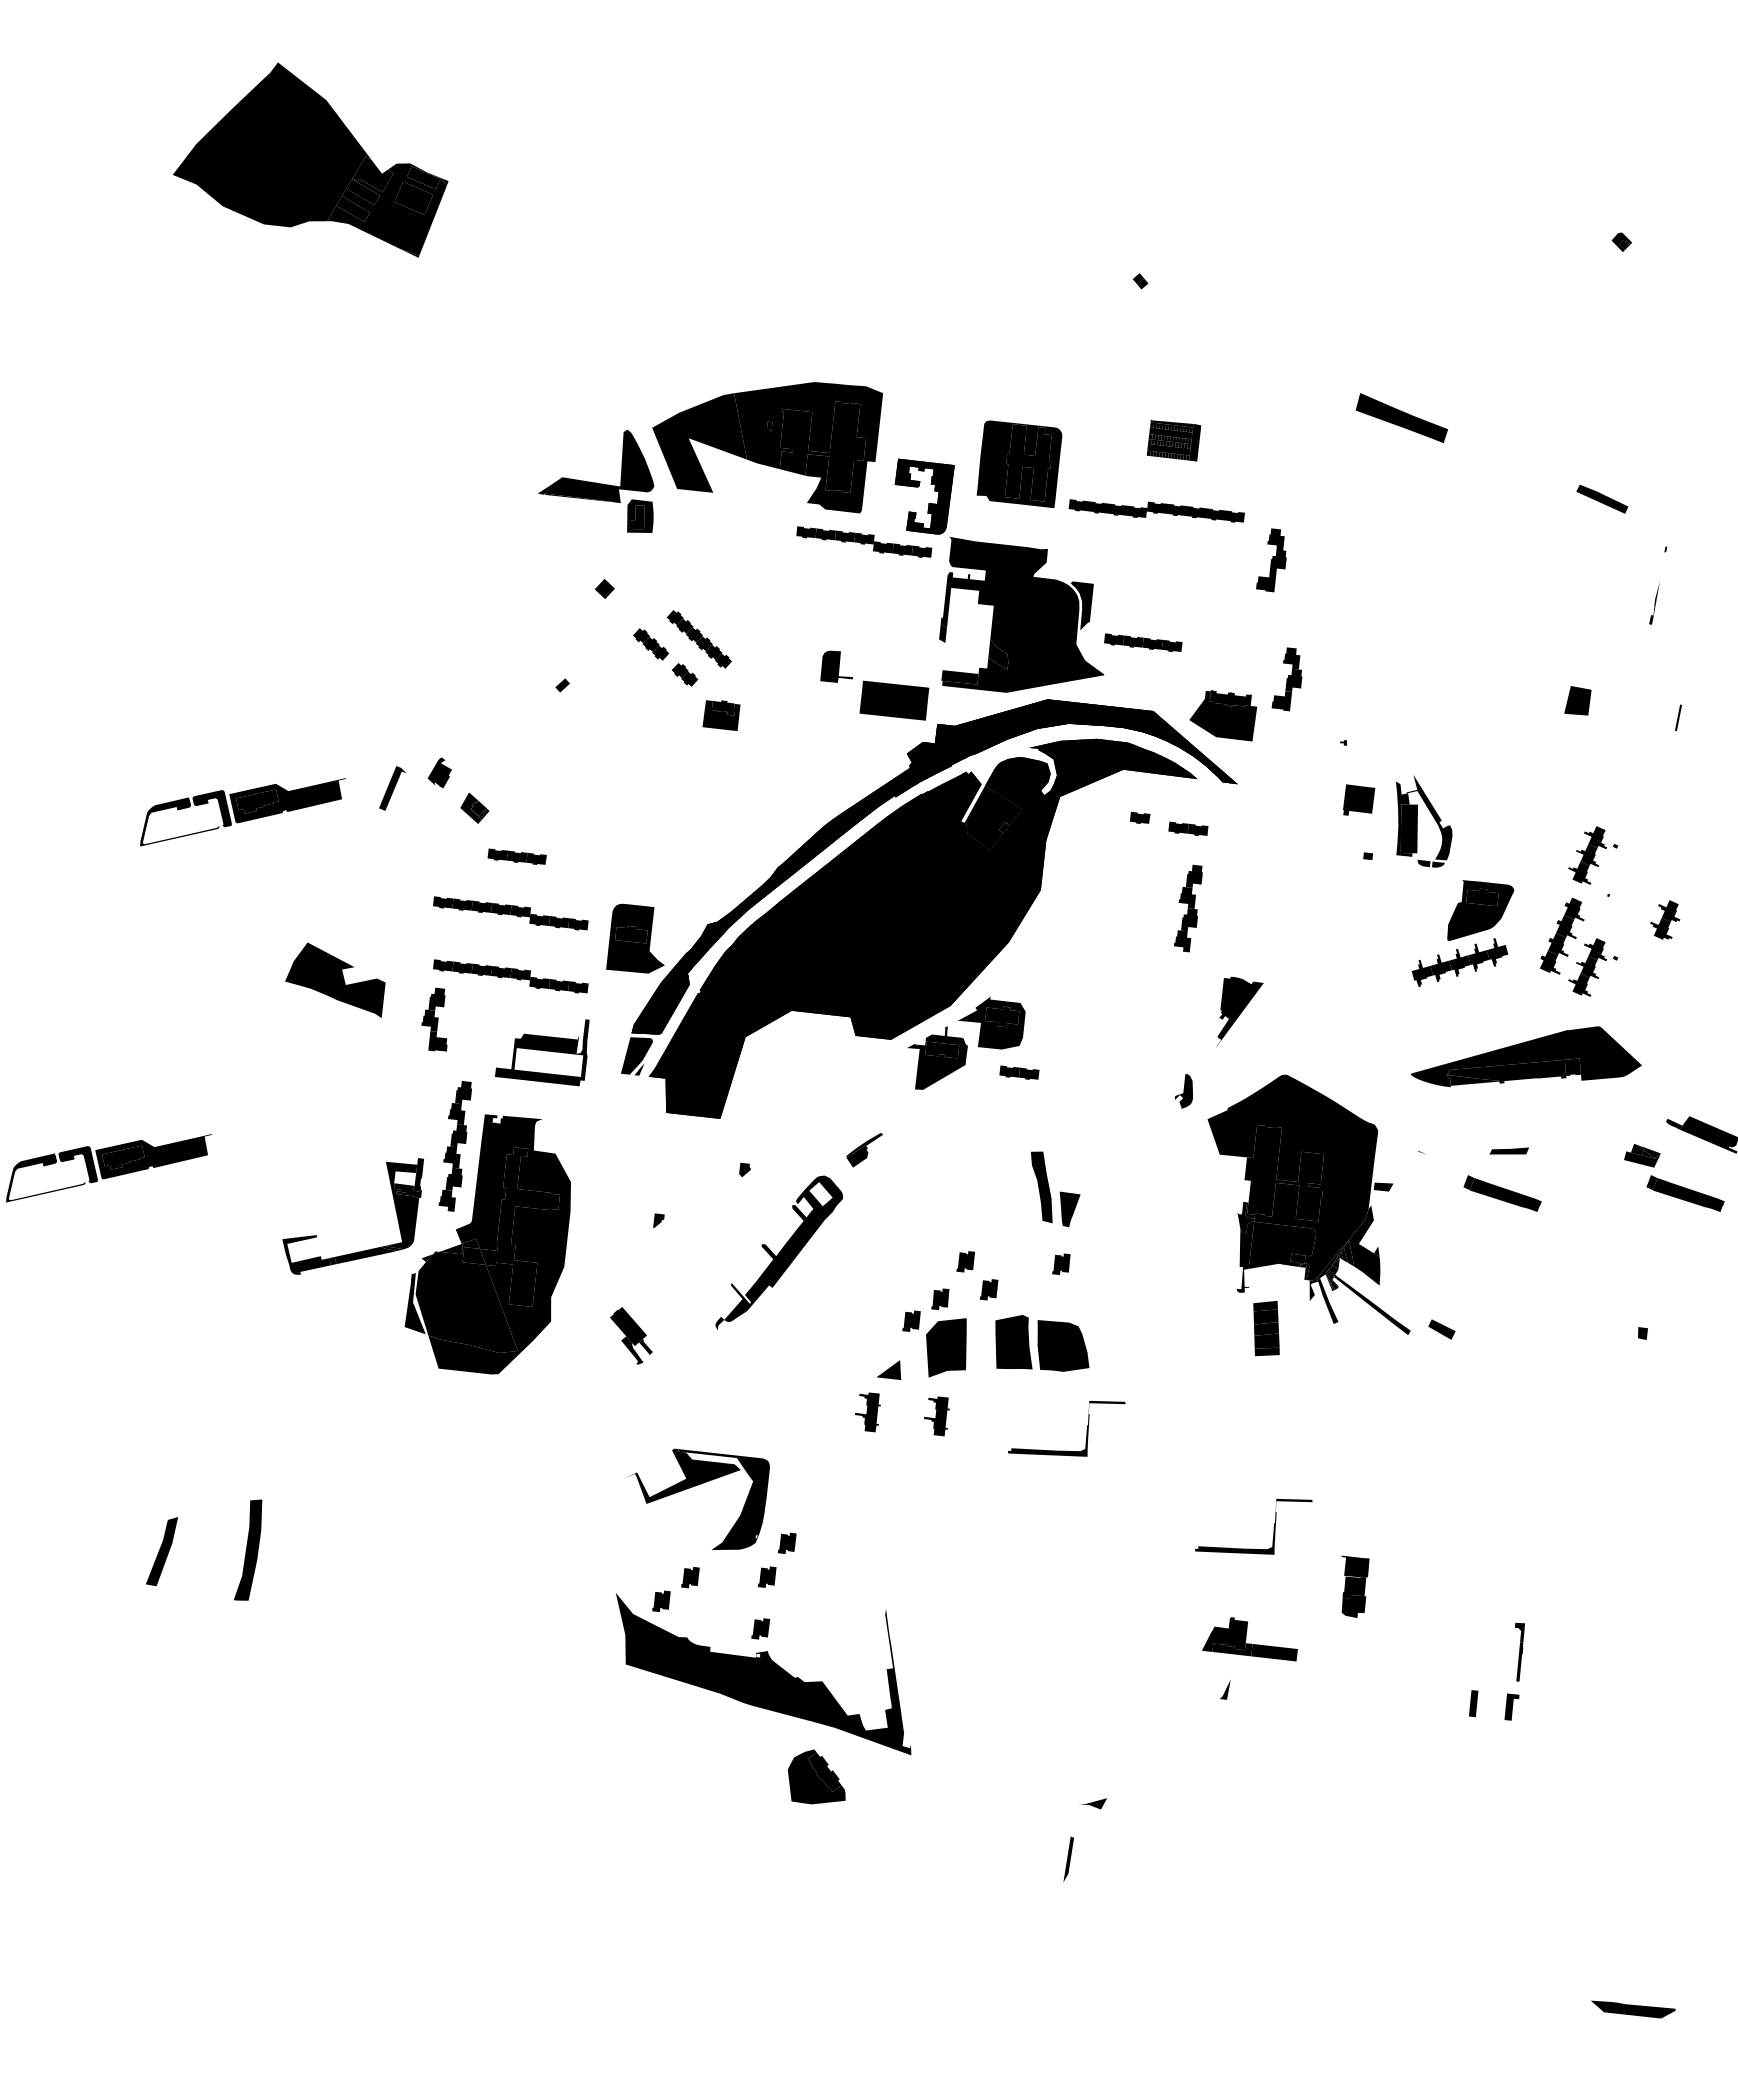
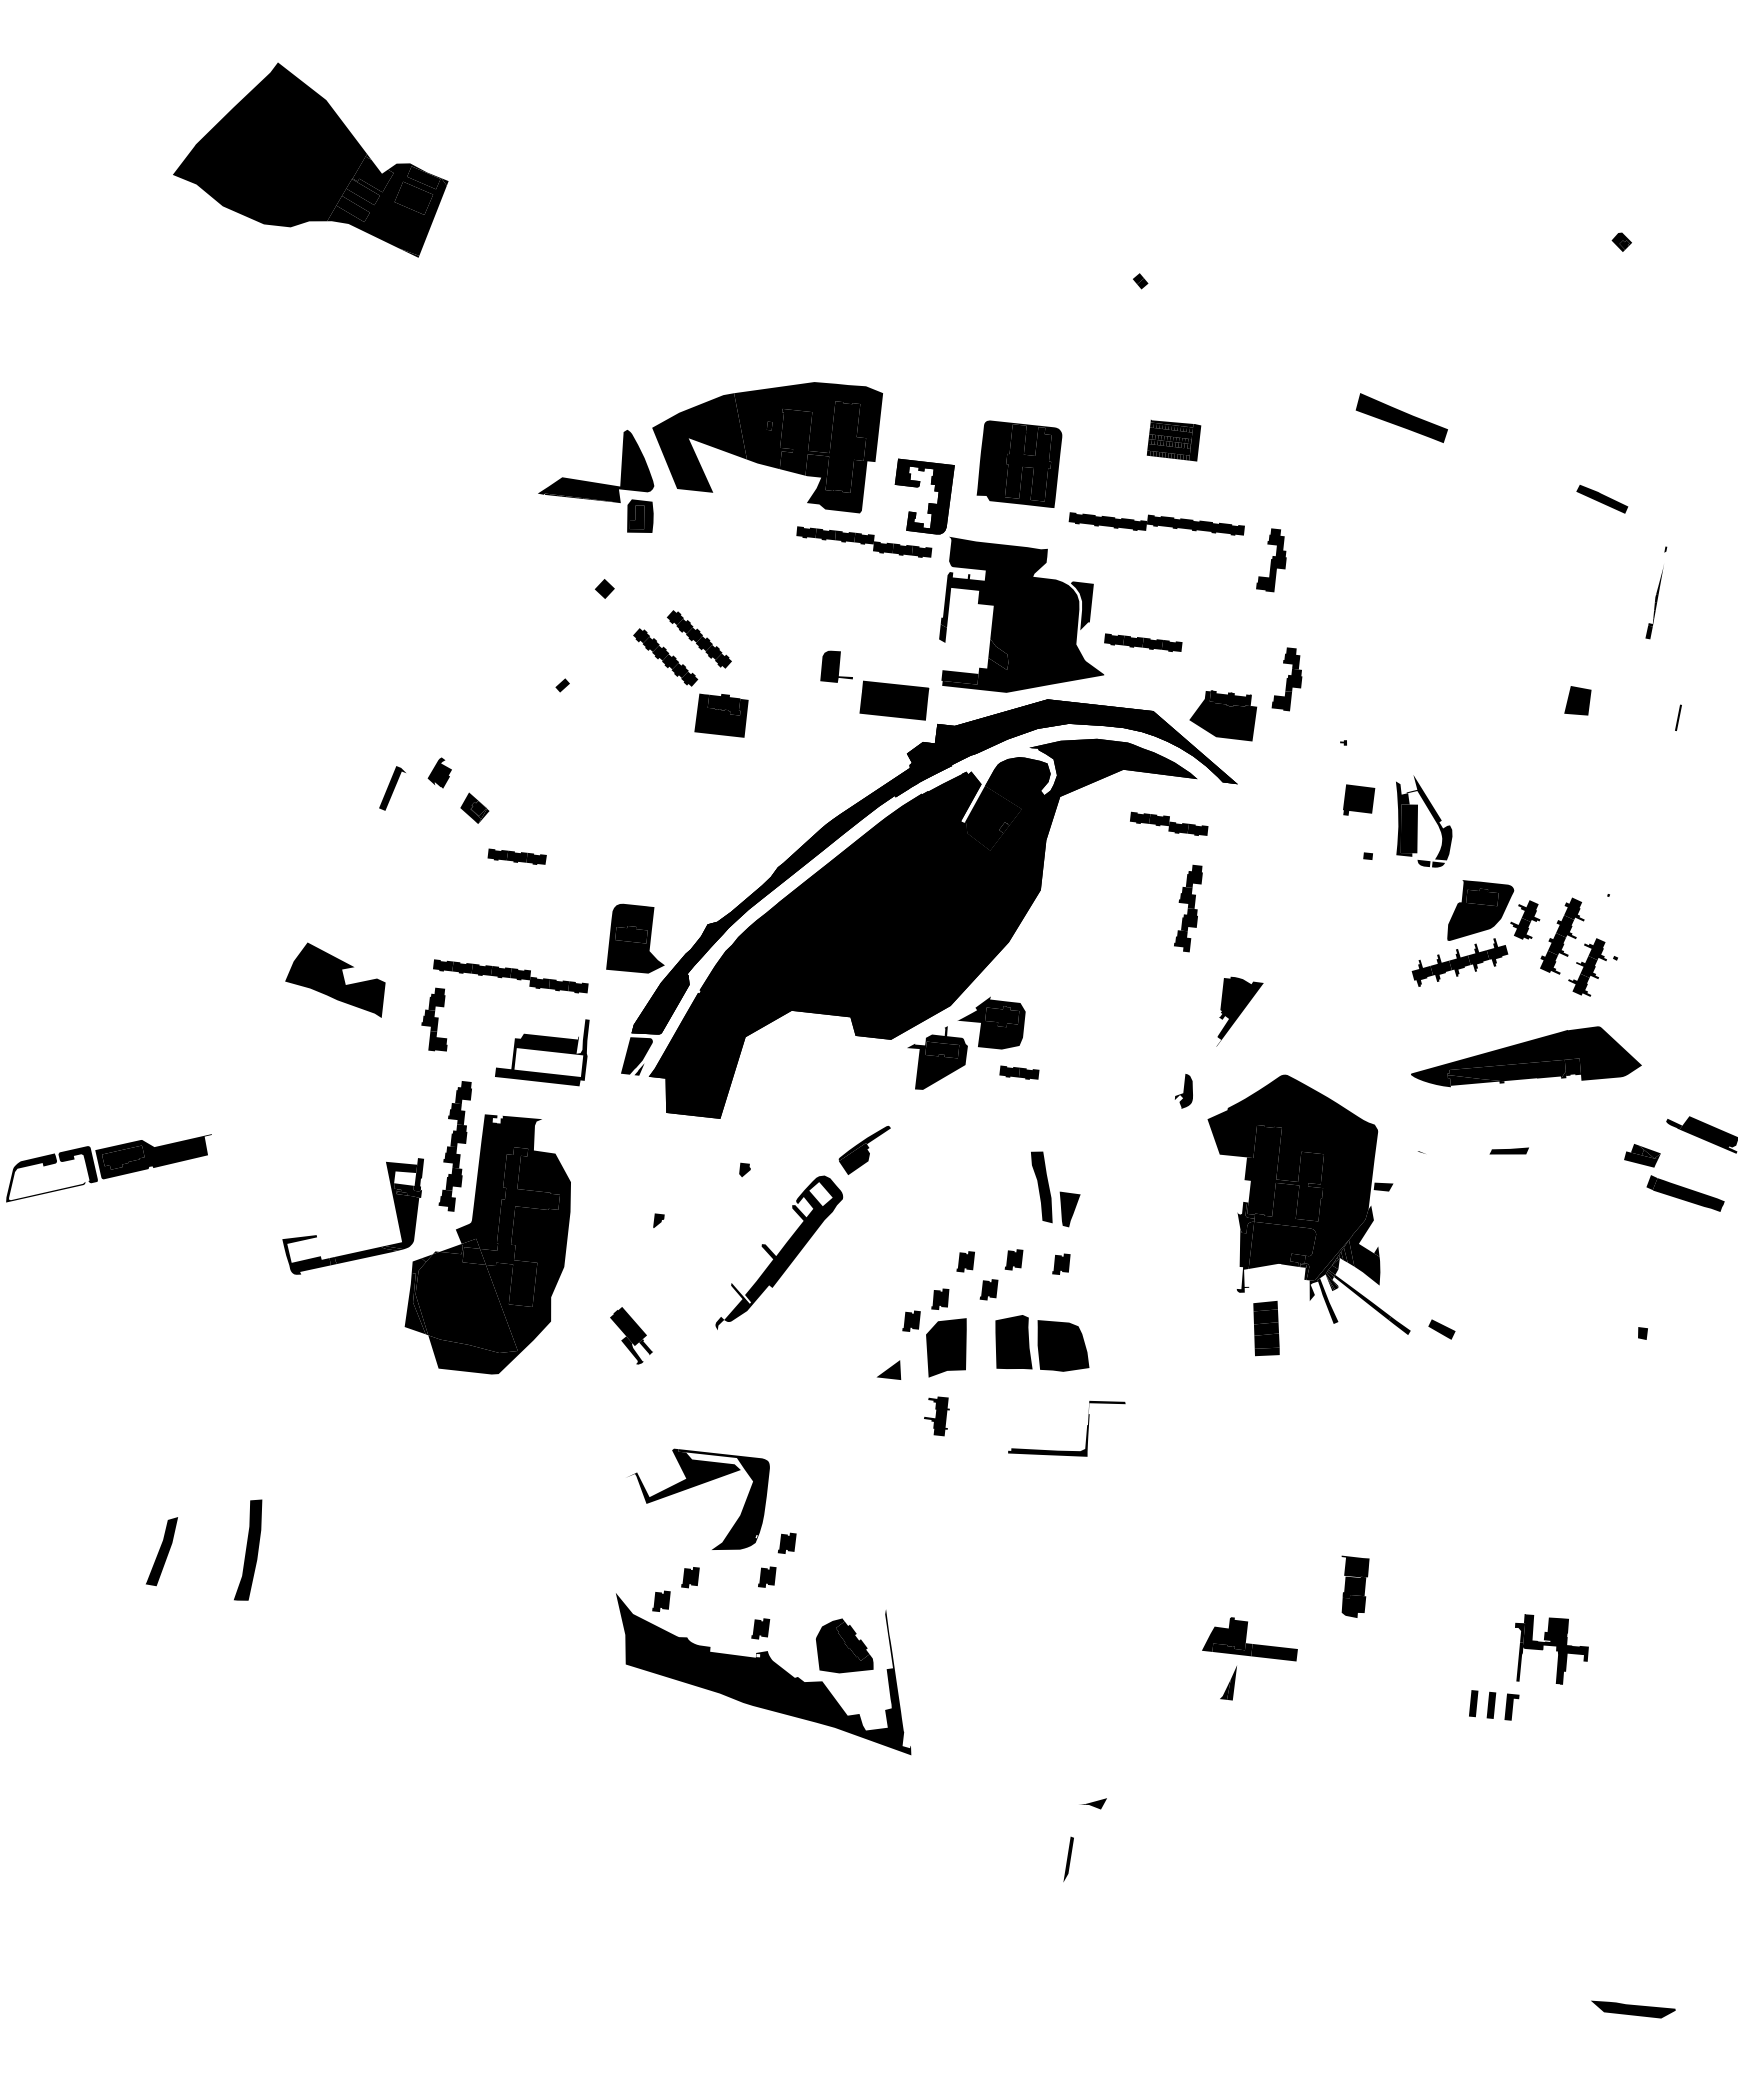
part at (1156, 510) position: (1156, 510) -> (1156, 523)
part at (1654, 603) size: 11x43 px -> 19x74 px
fill at (670, 661): none -> present
part at (721, 715) size: 39x31 px -> 55x45 px
part at (242, 812): present -> none
fill at (1159, 820): none -> present
part at (1592, 855): present -> none
part at (510, 913): present -> none
part at (1665, 919) position: (1665, 919) -> (1525, 919)
part at (864, 1150) size: 37x35 px -> 53x50 px
part at (1502, 1193): present -> none
fill at (1013, 1259): none -> present
fill at (419, 1296): none -> present
part at (867, 1412): present -> none
part at (1273, 1527): present -> none
fill at (1555, 1649): none -> present
fill at (1232, 1682): none -> present
fill at (1491, 1705): none -> present
part at (816, 1776) position: (816, 1776) -> (844, 1645)
